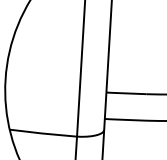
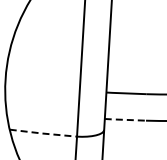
line at (125, 119): solid -> dashed
line at (43, 133): solid -> dashed
